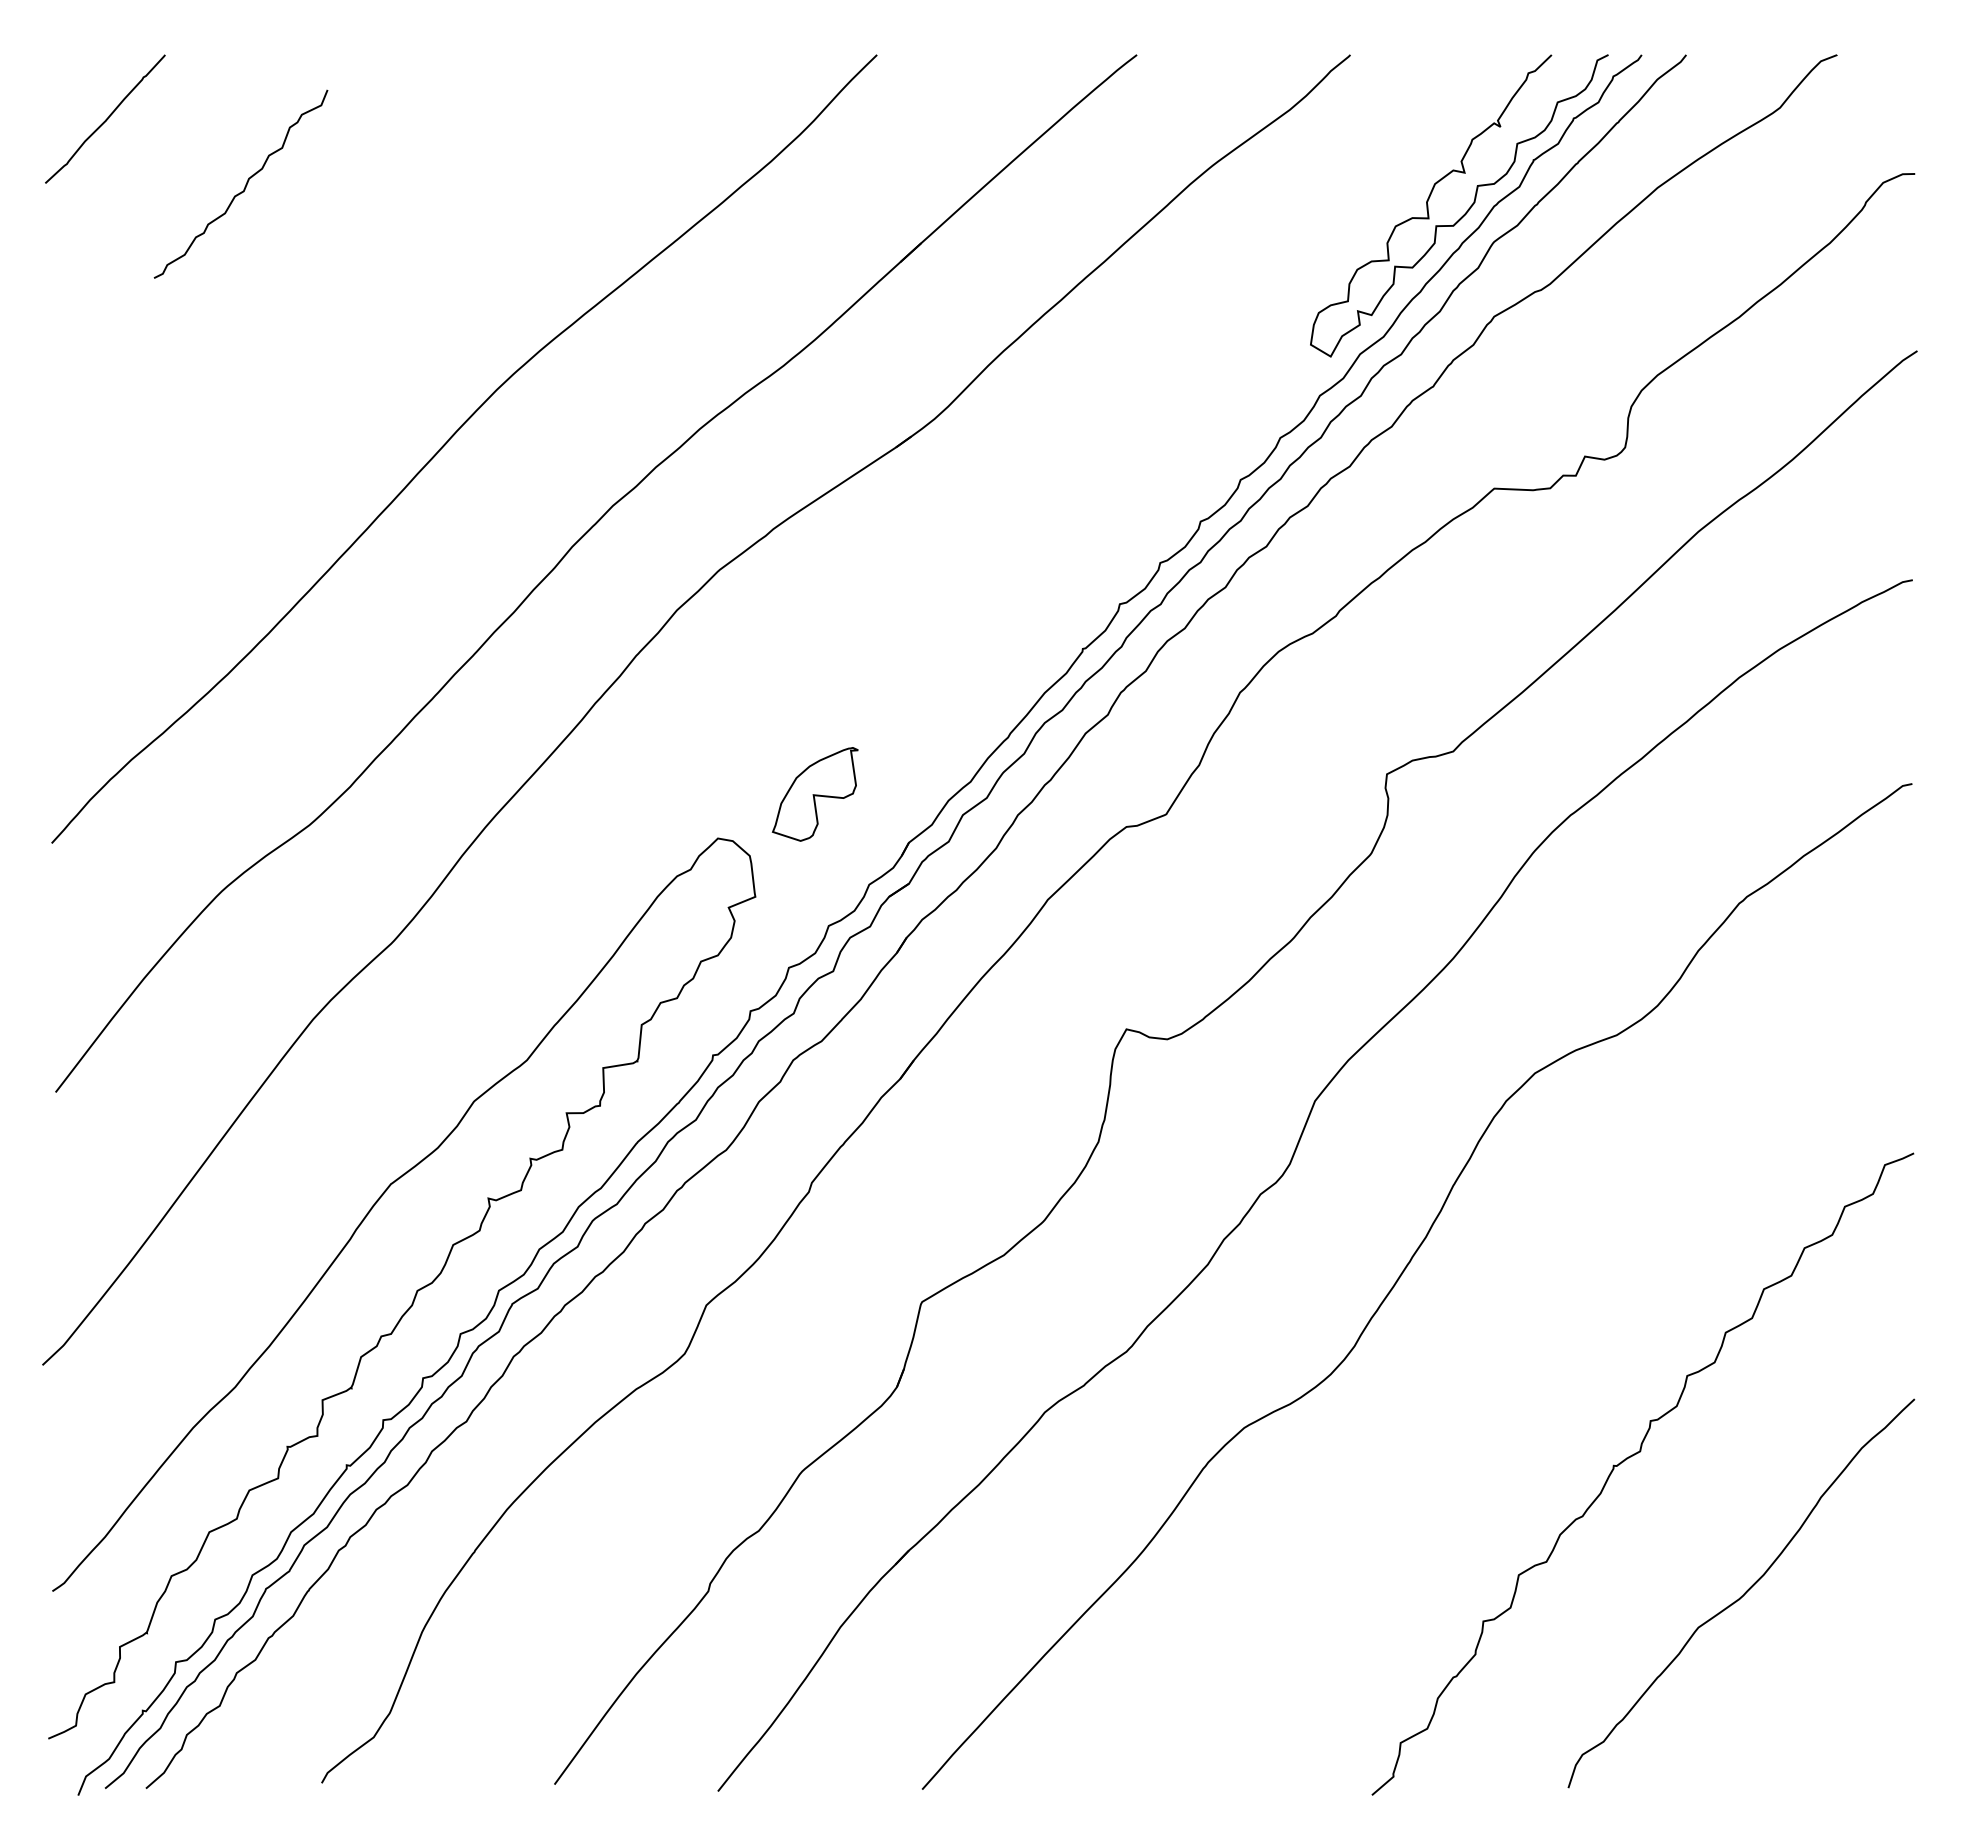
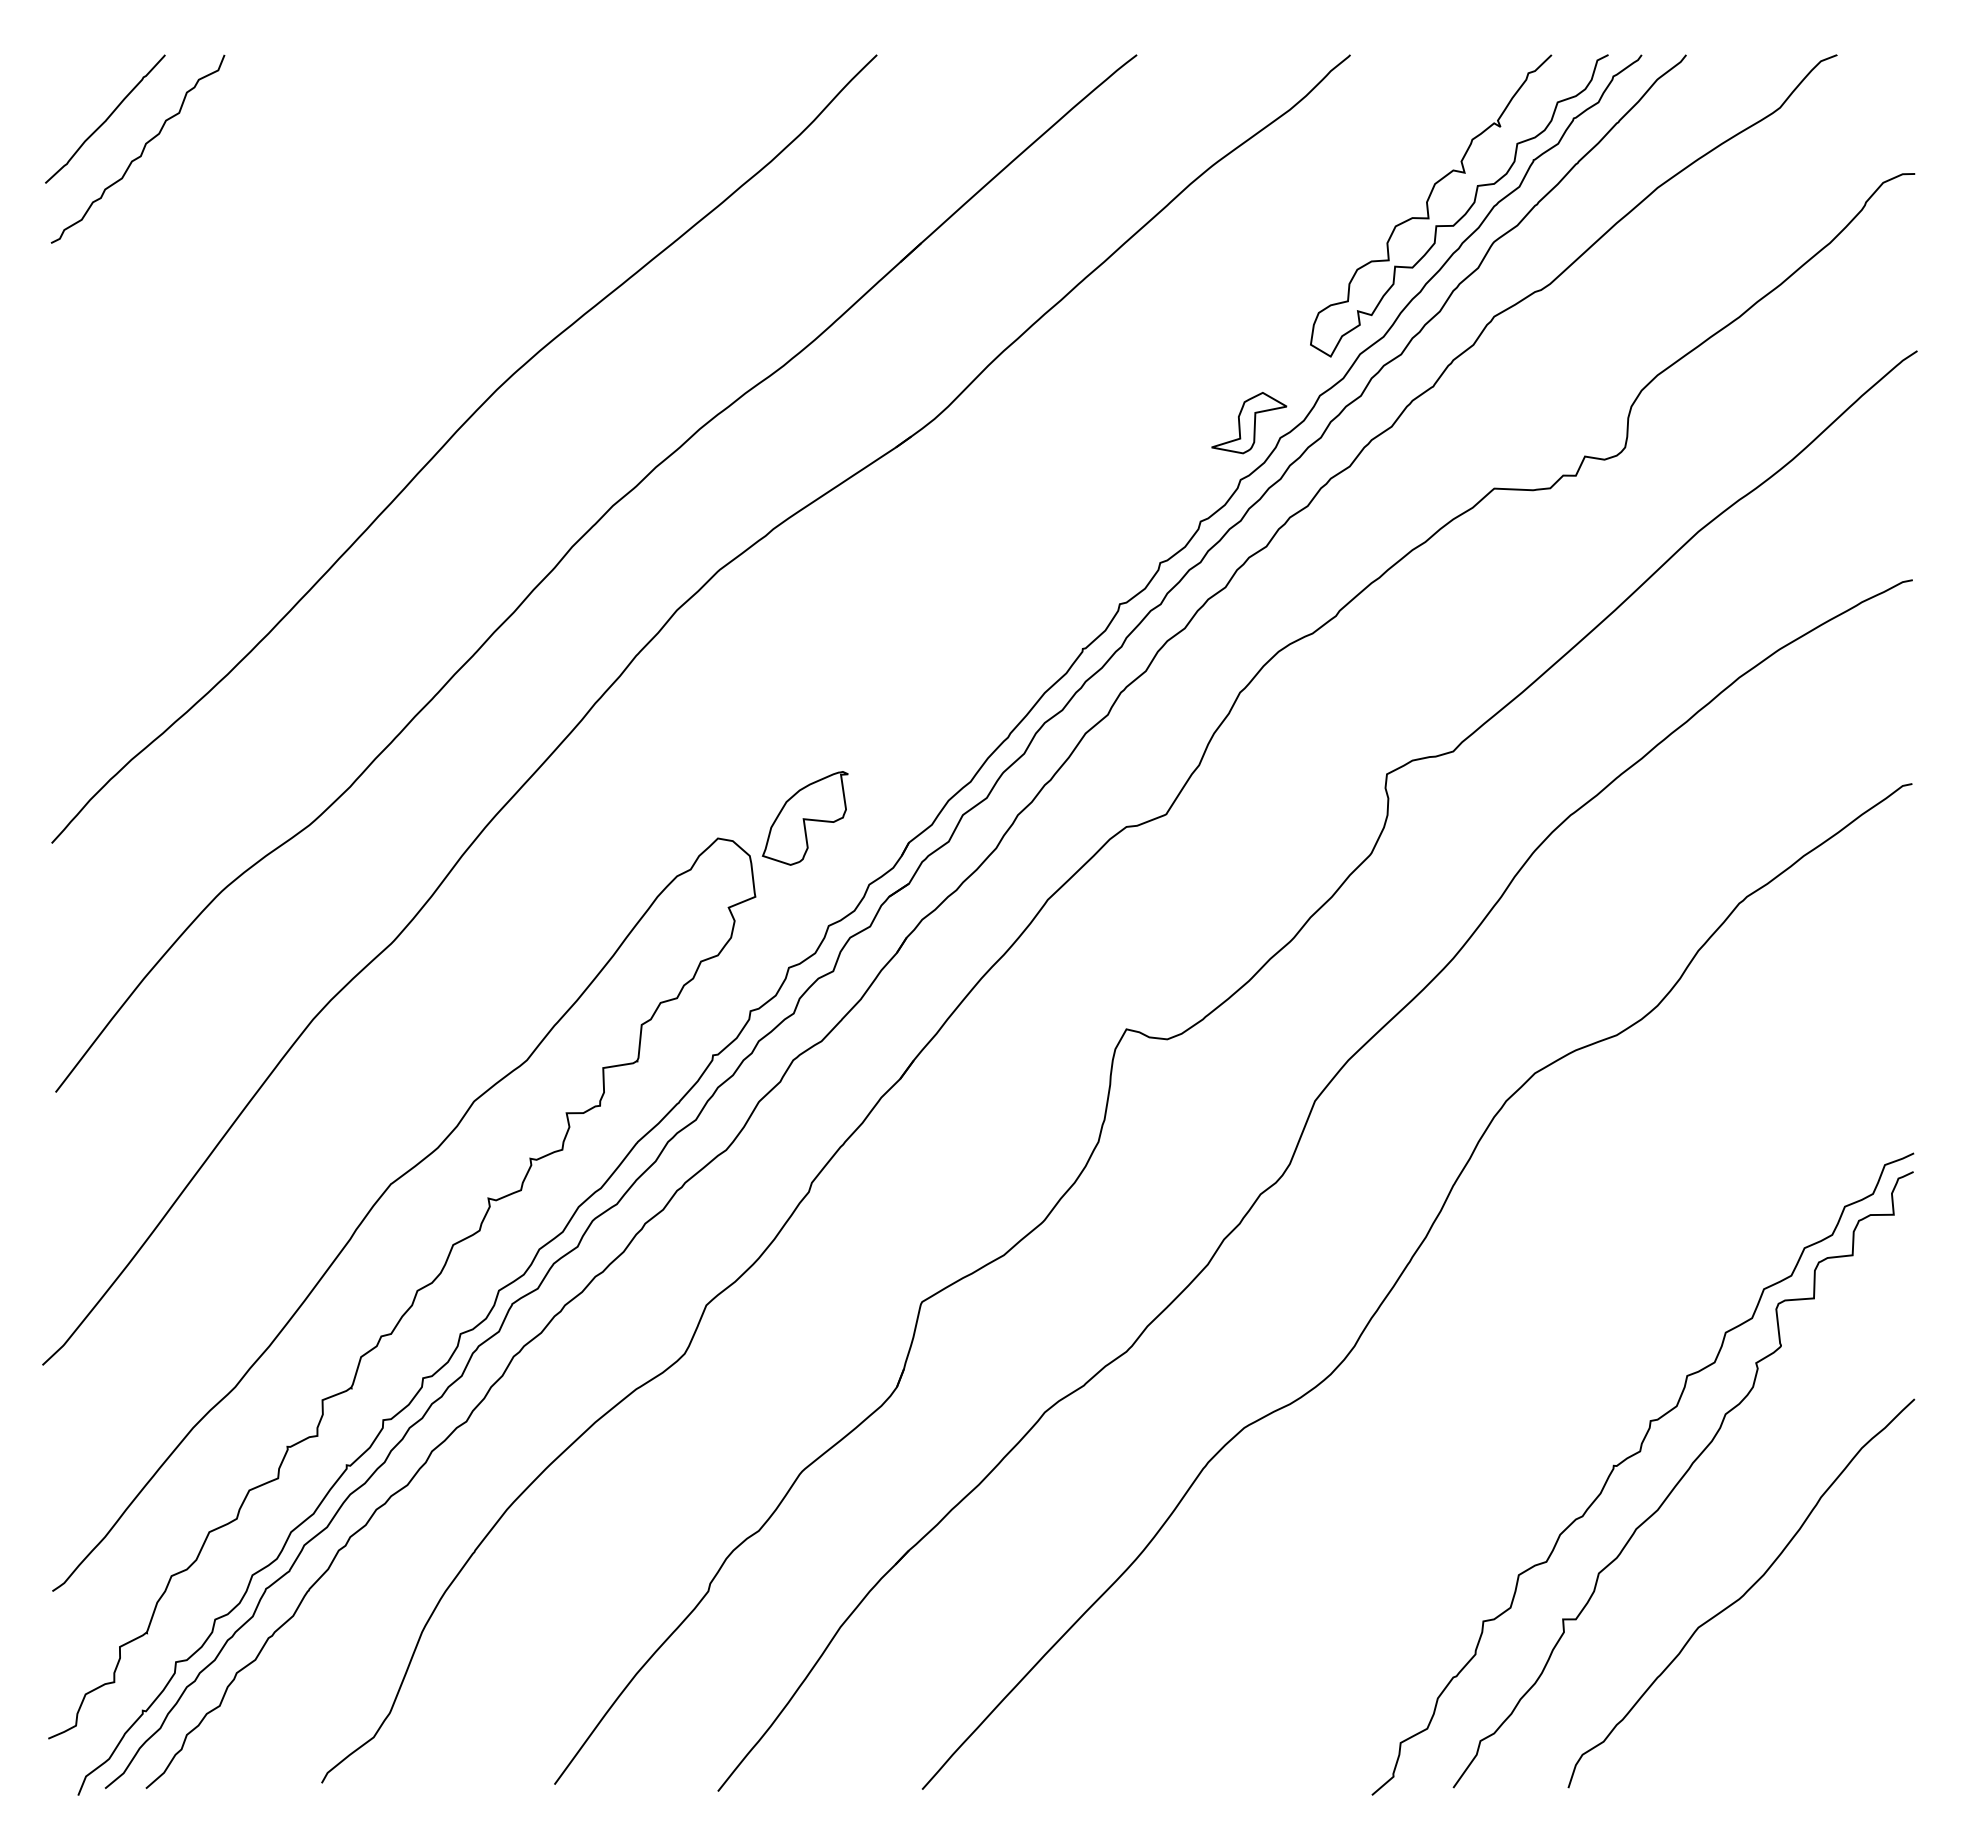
curve at (244, 186) position: (244, 186) -> (141, 151)
part at (1249, 423): none -> present
part at (814, 794) position: (814, 794) -> (804, 818)
curve at (1682, 1478): none -> present
